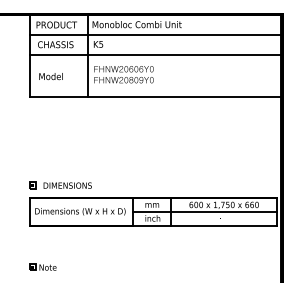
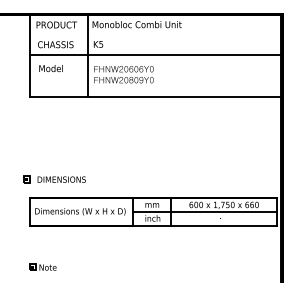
line at (155, 35): present -> none
text at (50, 76) position: (50, 76) -> (50, 68)
part at (60, 185) position: (60, 185) -> (54, 179)
